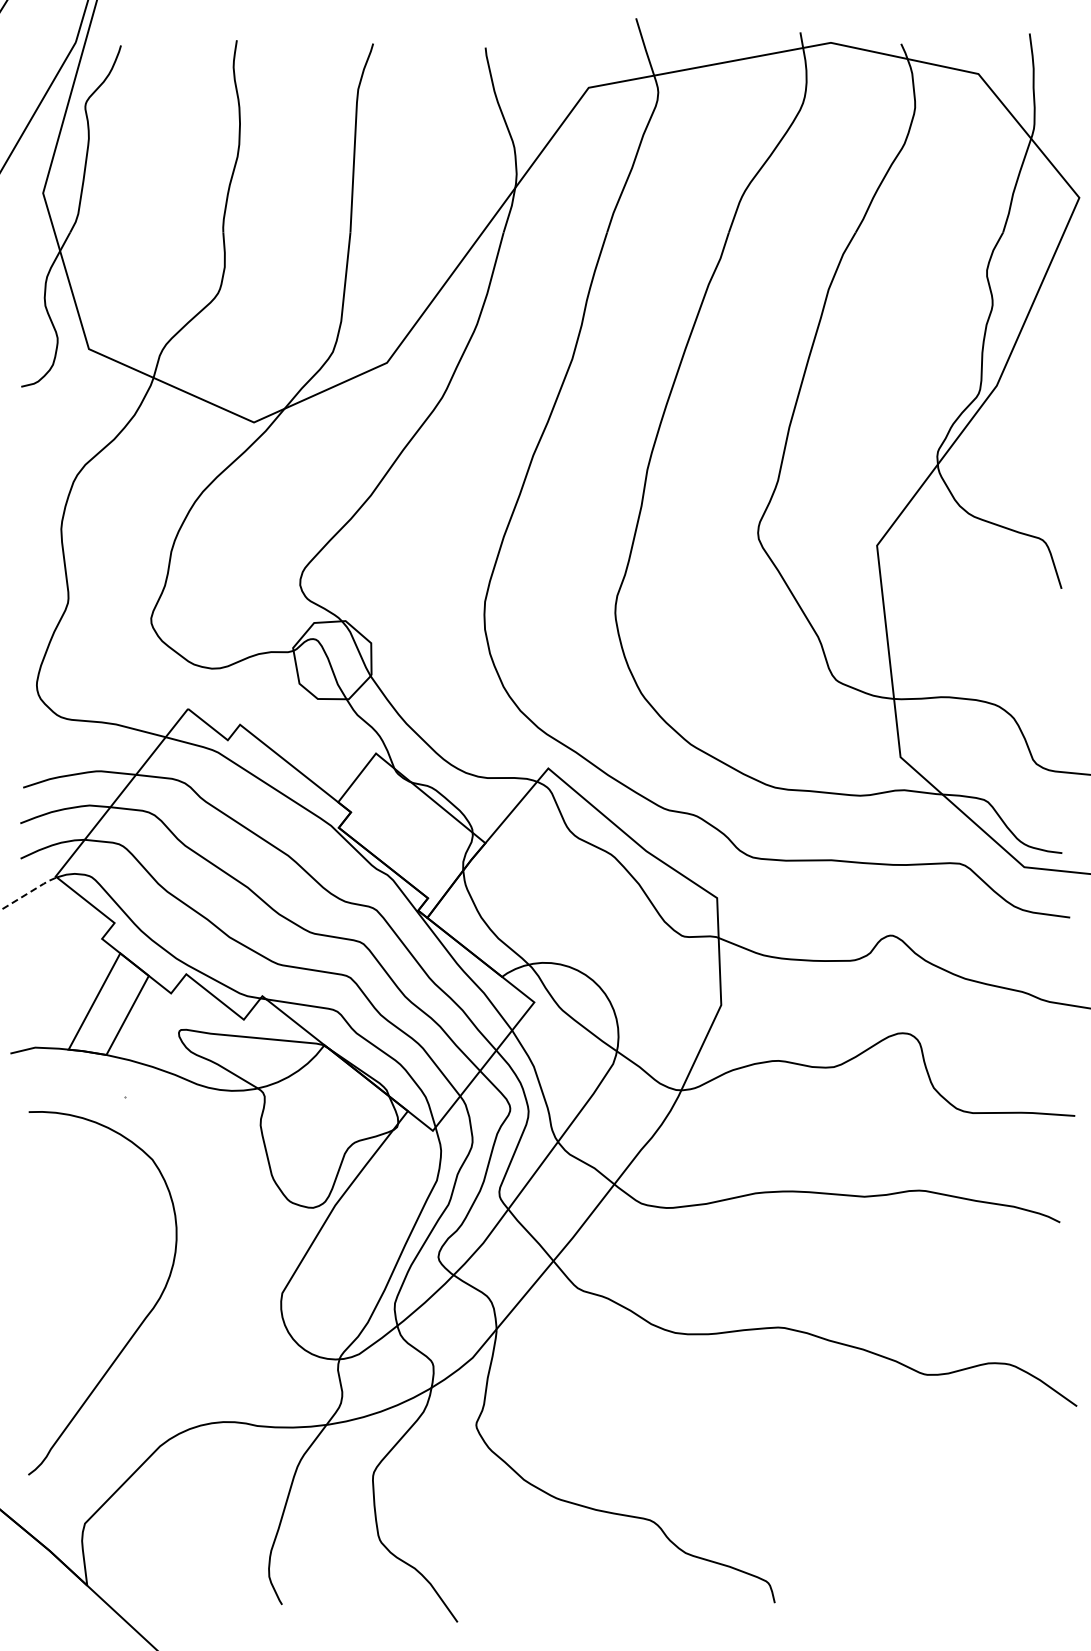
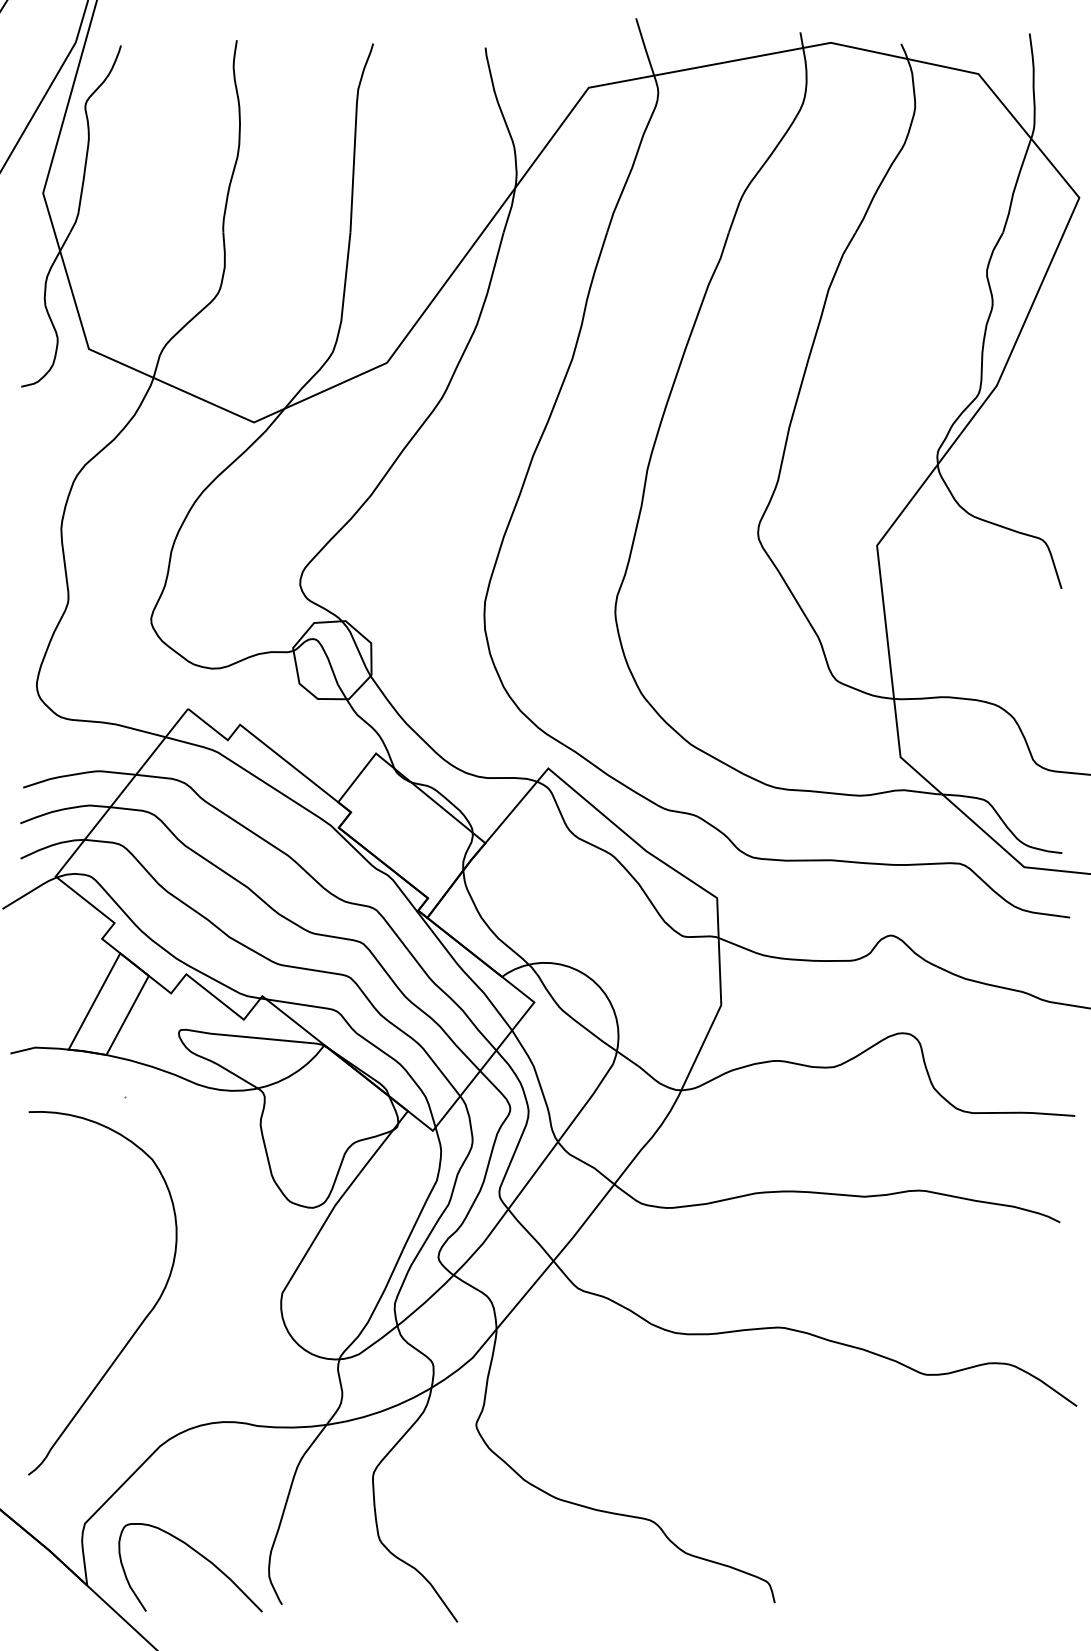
line at (31, 891): dashed -> solid
curve at (198, 1554): none -> present
